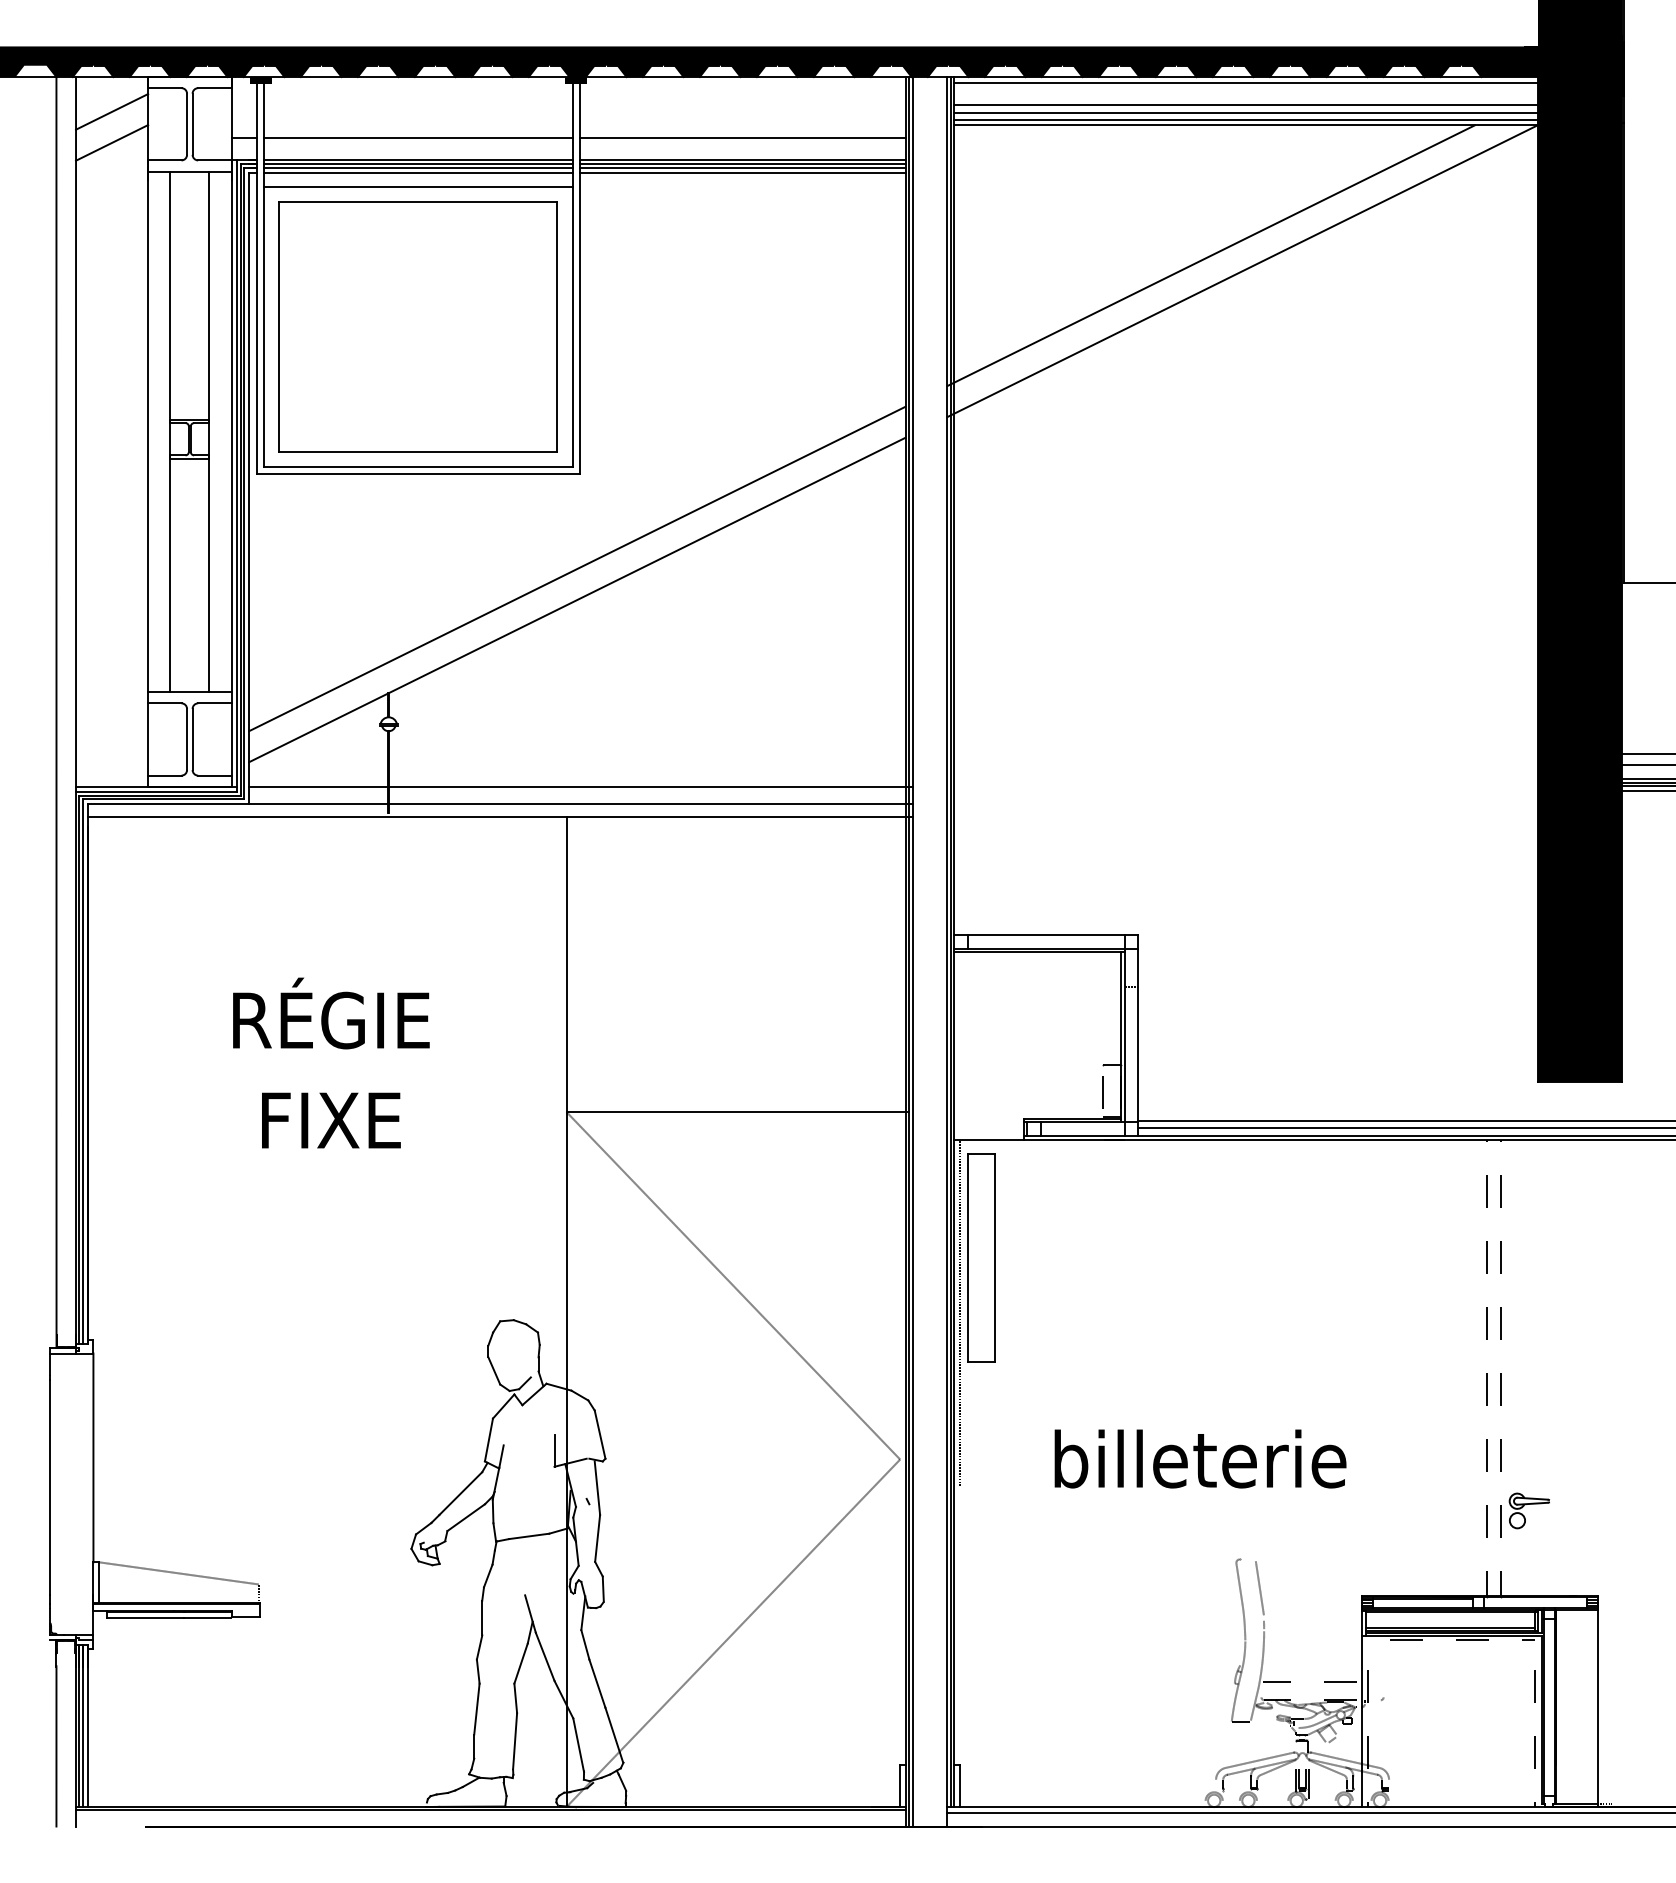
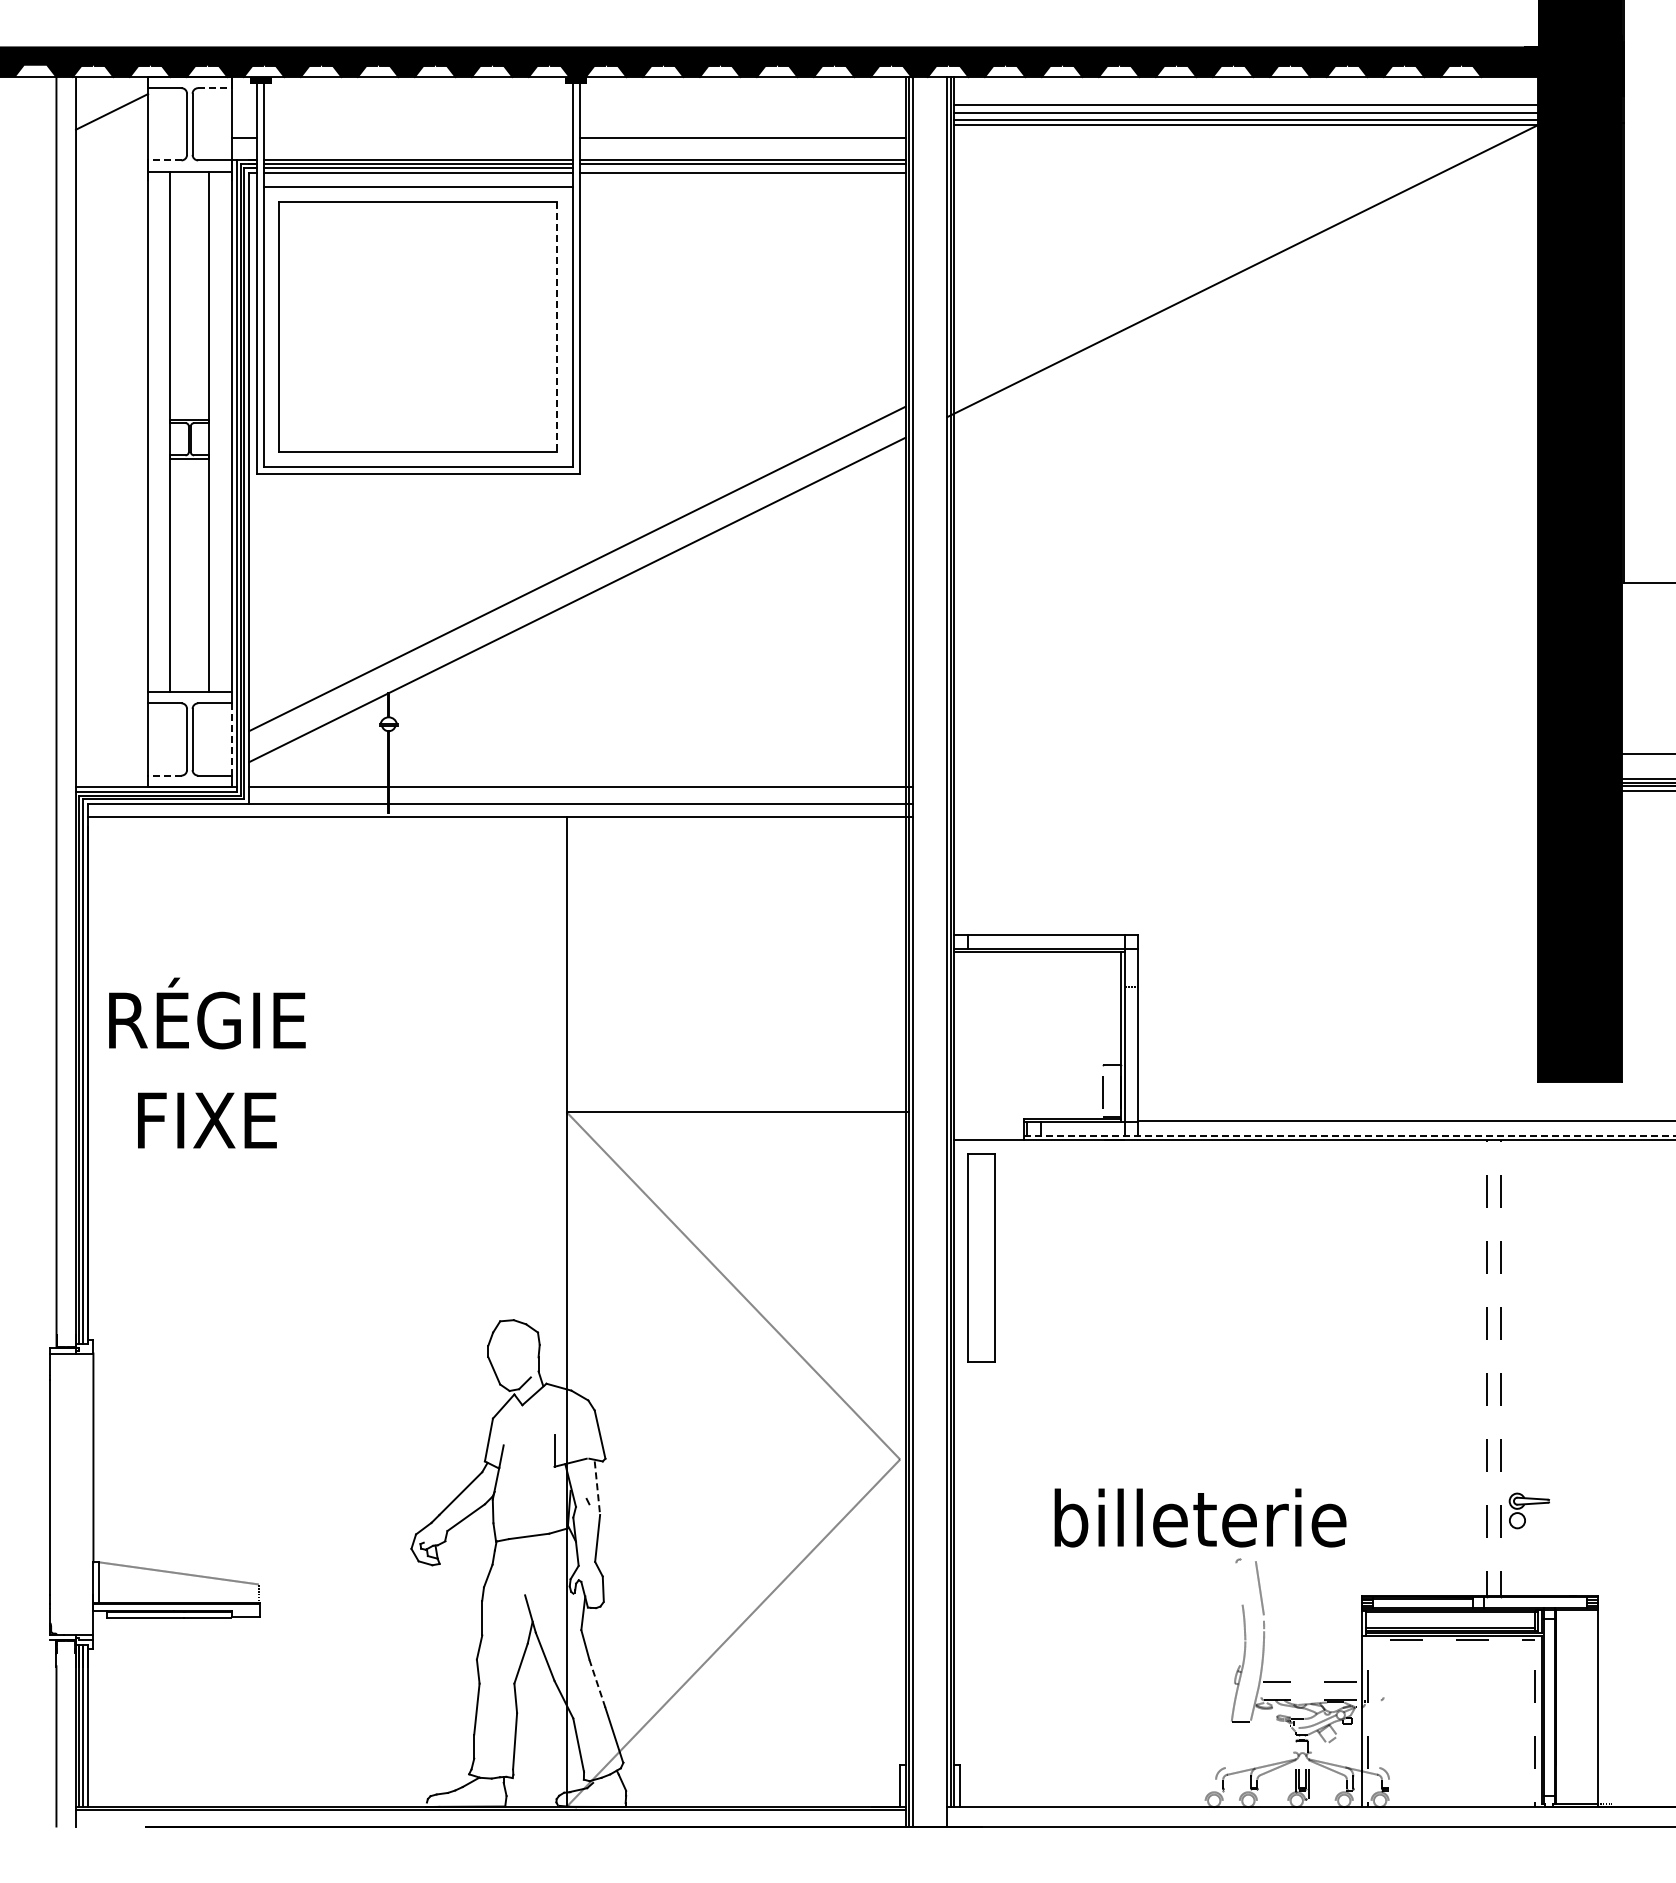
line at (1246, 82): present -> none
line at (214, 88): solid -> dashed
line at (418, 138): present -> none
line at (112, 142): present -> none
line at (164, 160): solid -> dashed
line at (742, 167): present -> none
line at (1210, 255): present -> none
line at (557, 327): solid -> dashed
line at (231, 739): solid -> dashed
line at (1646, 765): present -> none
line at (164, 775): solid -> dashed
text at (331, 1062) position: (331, 1062) -> (207, 1062)
line at (1405, 1128): present -> none
line at (1349, 1135): solid -> dashed
line at (959, 1313): present -> none
text at (1200, 1458) position: (1200, 1458) -> (1200, 1517)
line at (597, 1488): solid -> dashed
line at (1239, 1583): present -> none
line at (597, 1683): solid -> dashed
line at (1259, 1759): present -> none
line at (1344, 1759): present -> none
line at (1309, 1813): present -> none
